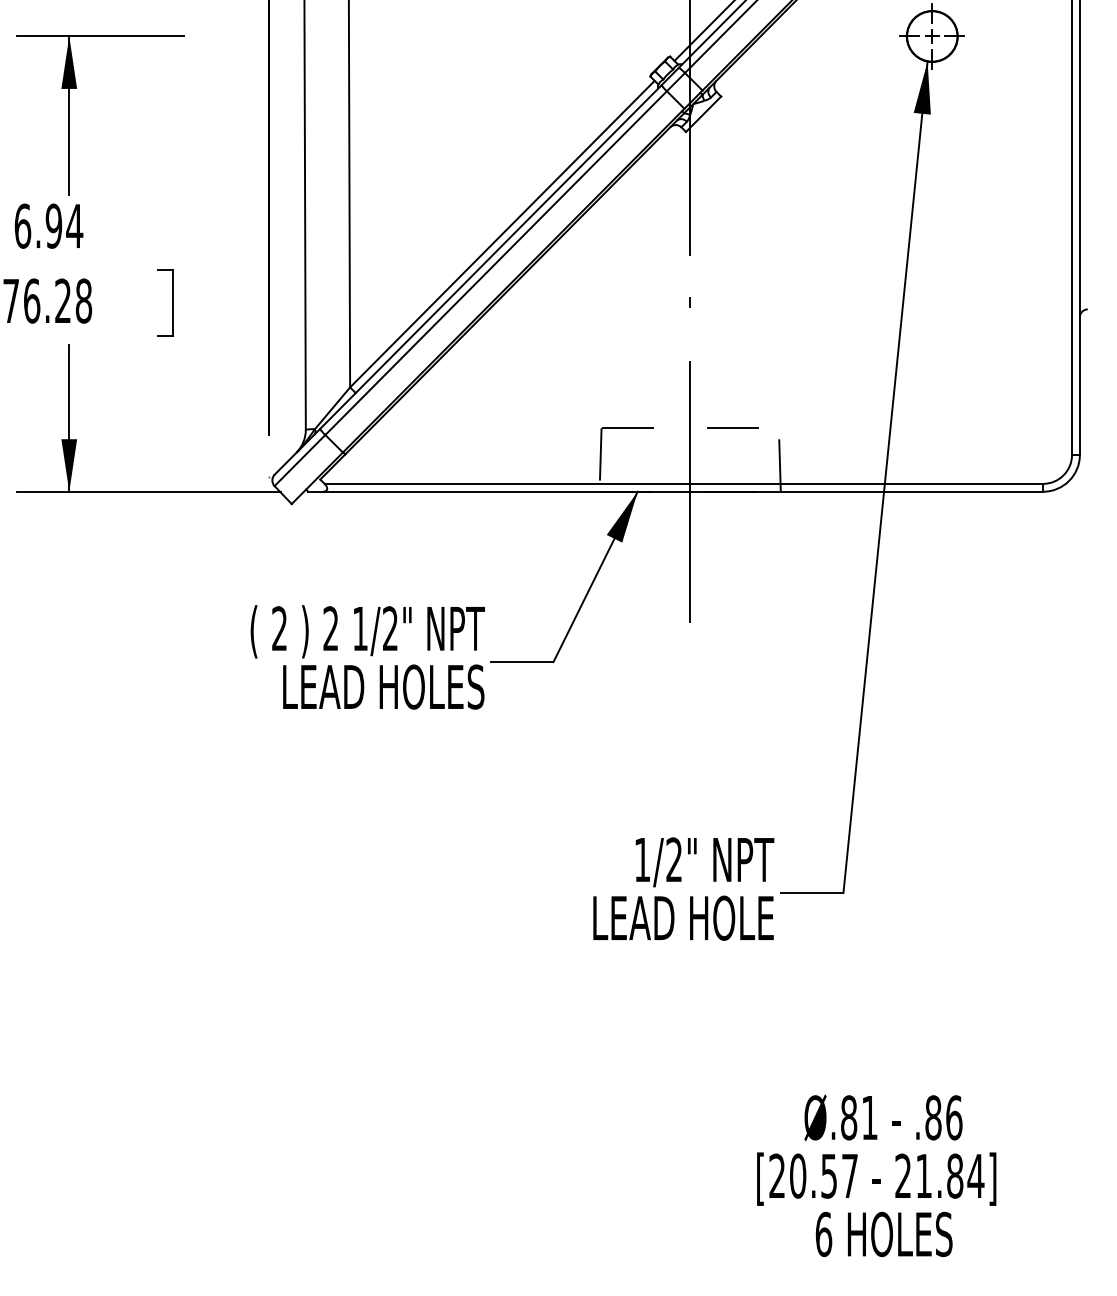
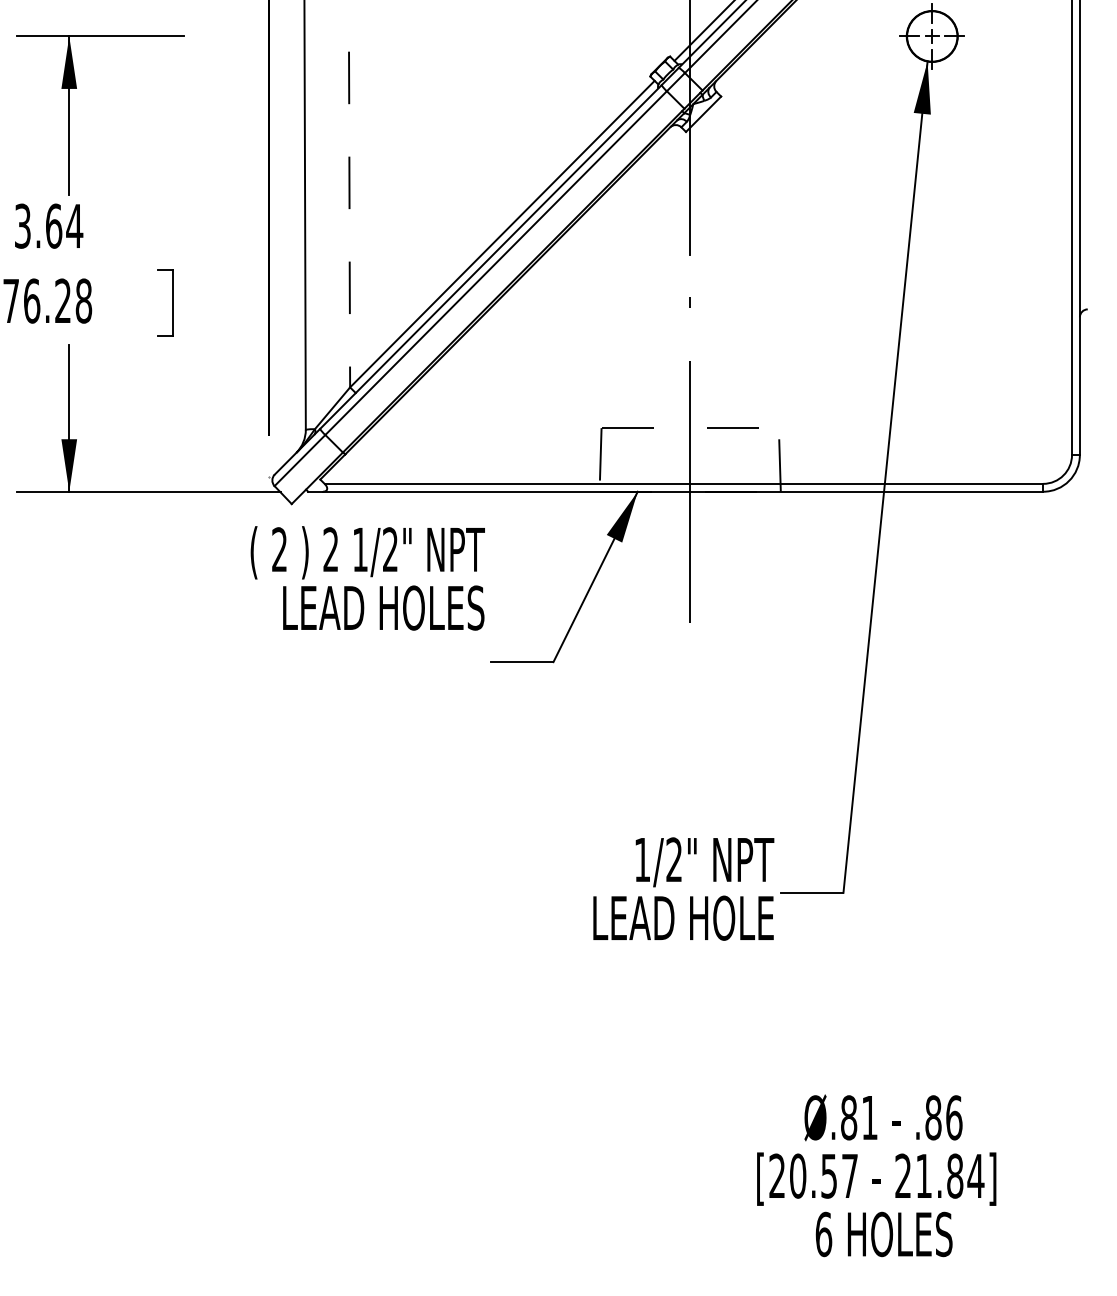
line at (349, 194): solid -> dashed
text at (38, 225): 6.94 -> 3.64
text at (367, 657) position: (367, 657) -> (367, 578)
